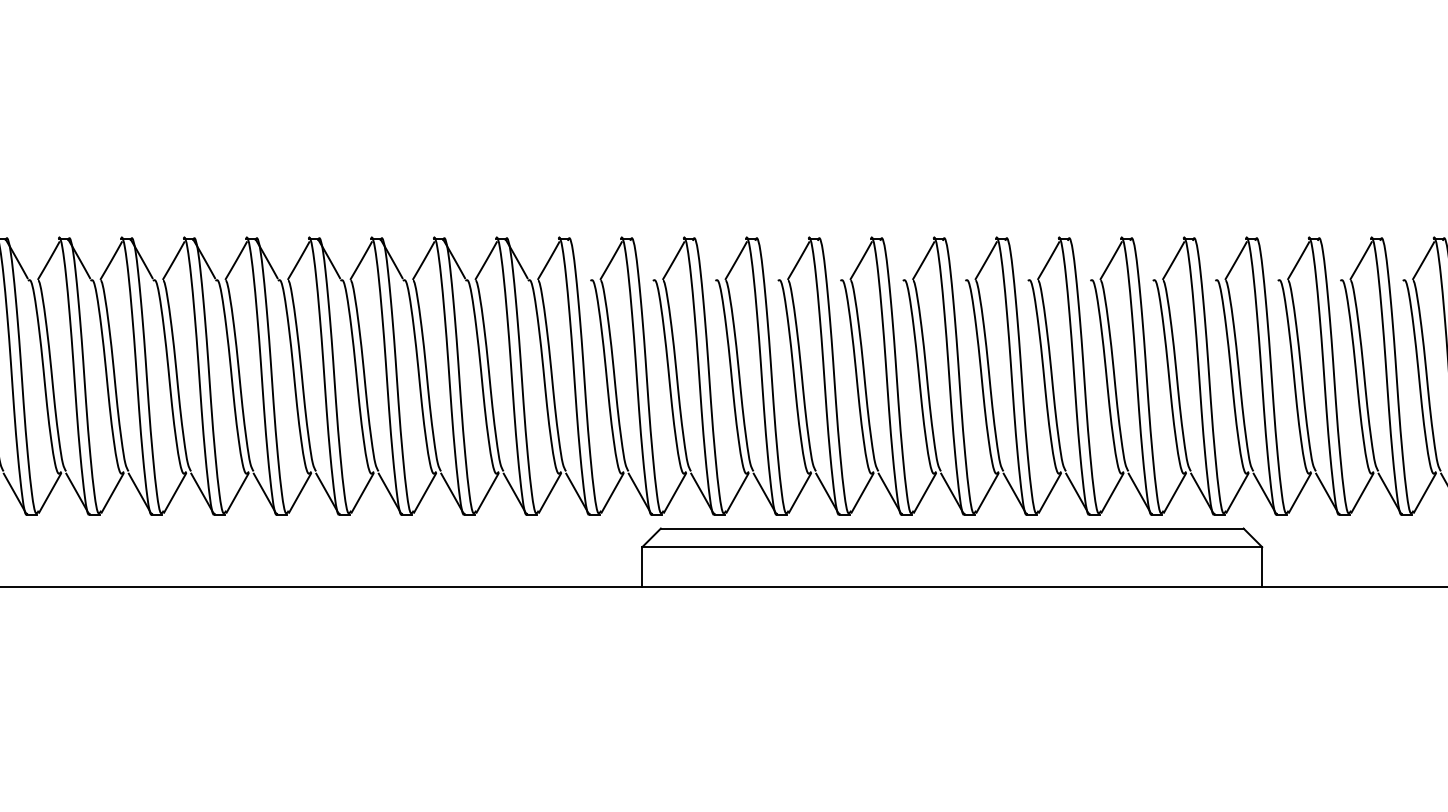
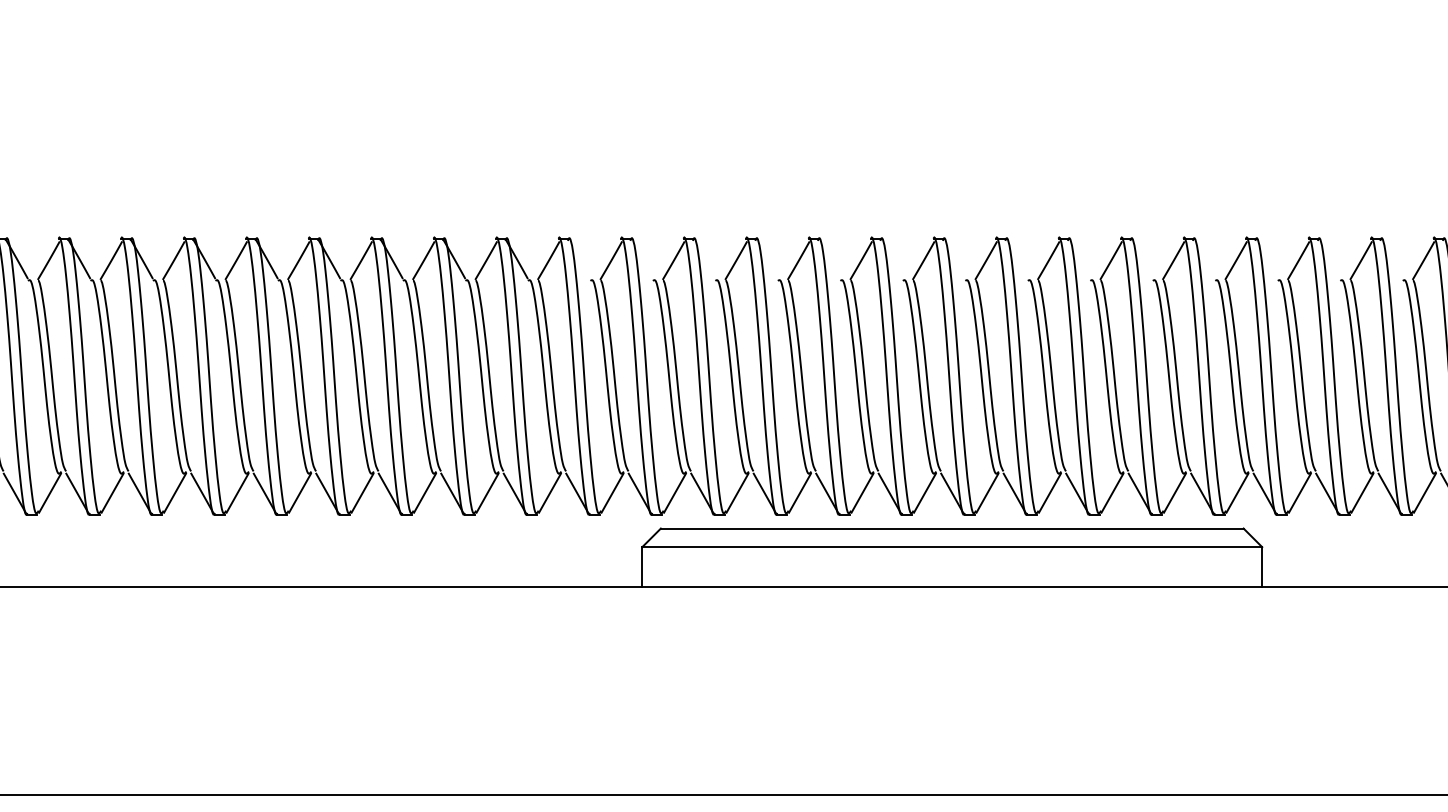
line at (723, 794): none -> present
